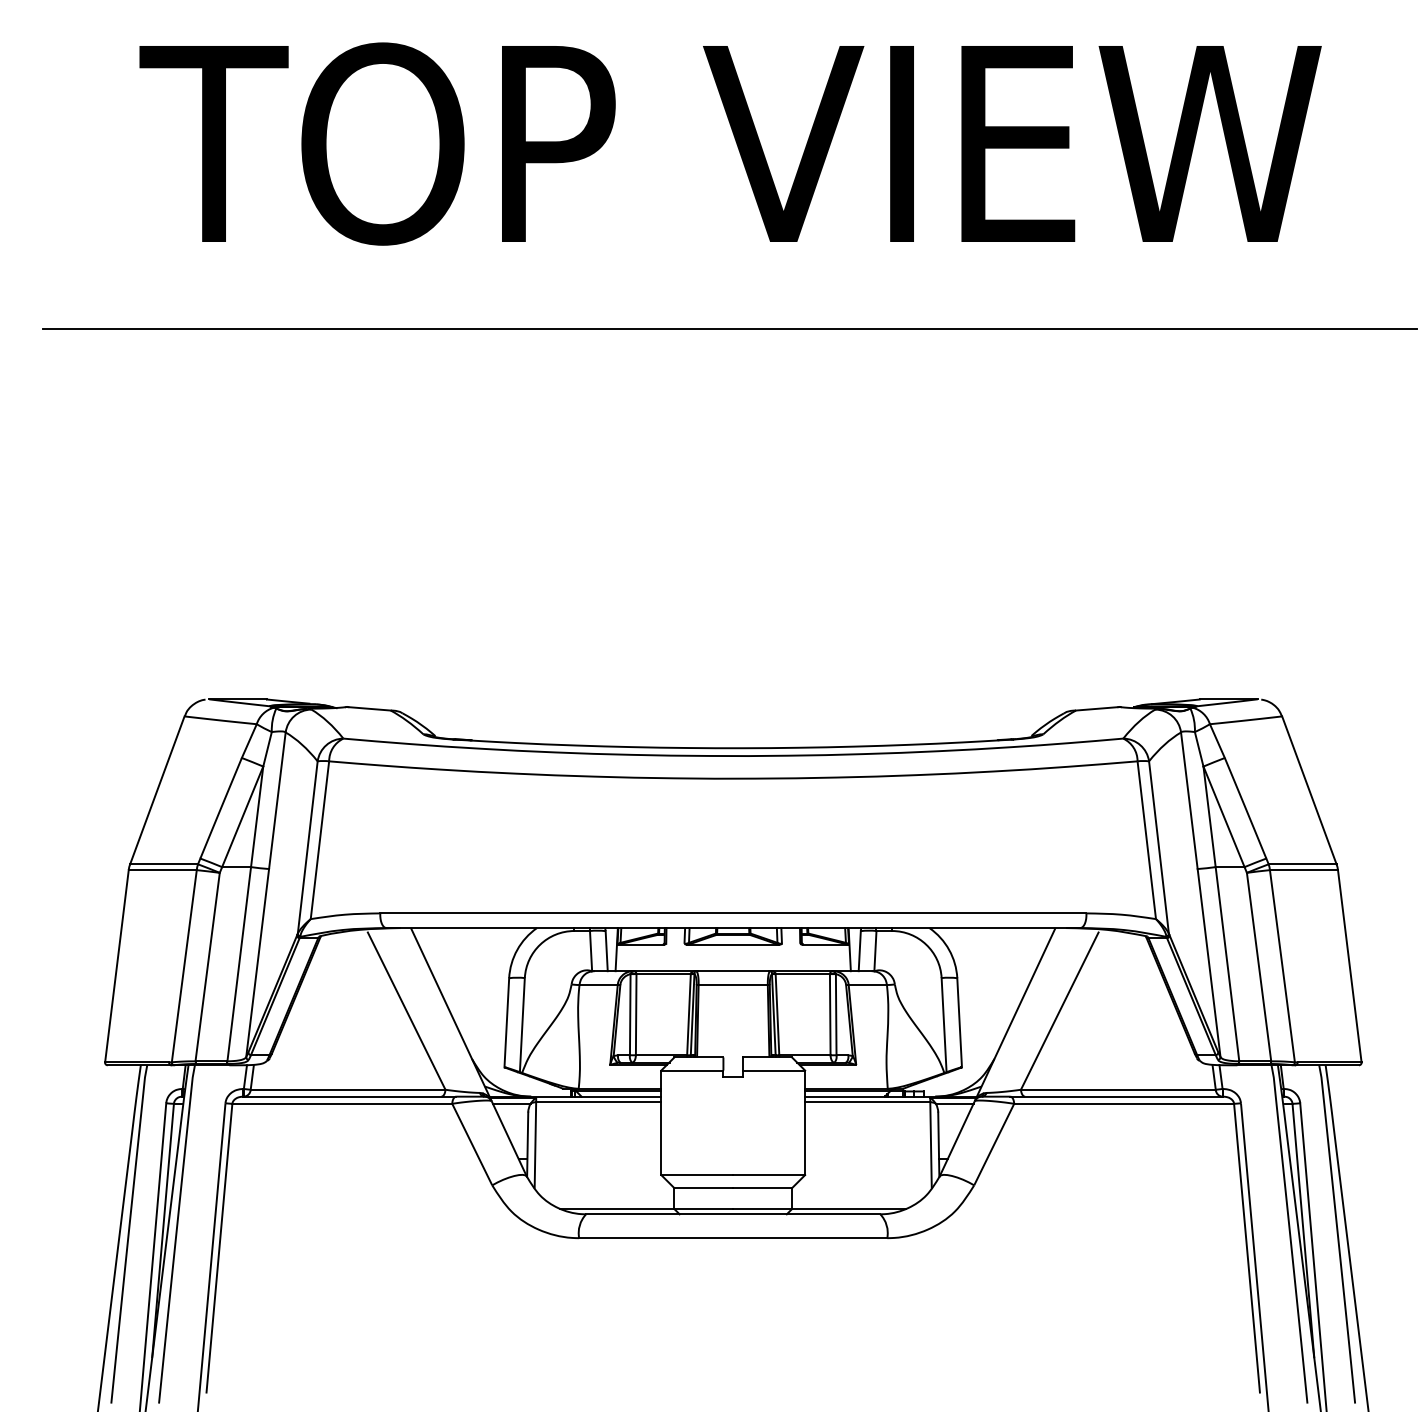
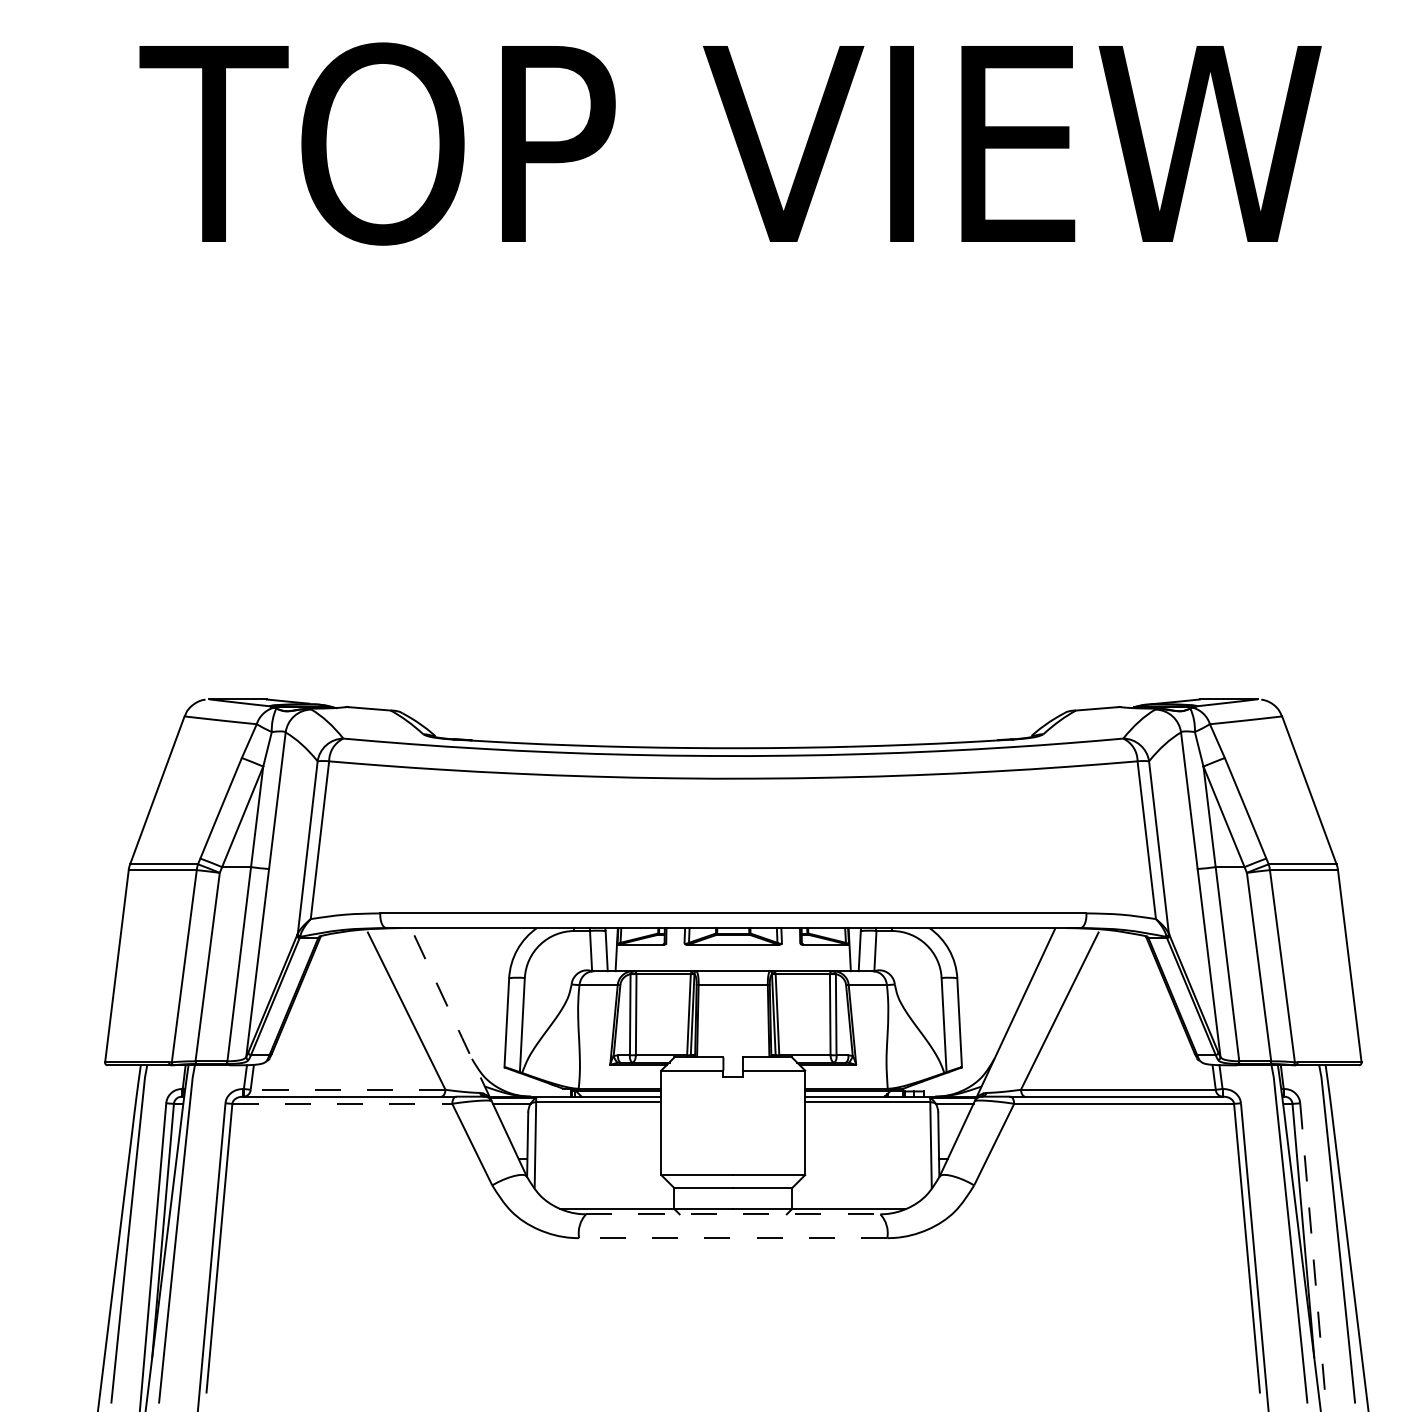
line at (729, 328): present -> none
line at (451, 1014): solid -> dashed
line at (347, 1089): solid -> dashed
line at (342, 1103): solid -> dashed
line at (733, 1214): solid -> dashed
line at (732, 1238): solid -> dashed
line at (1313, 1257): solid -> dashed
